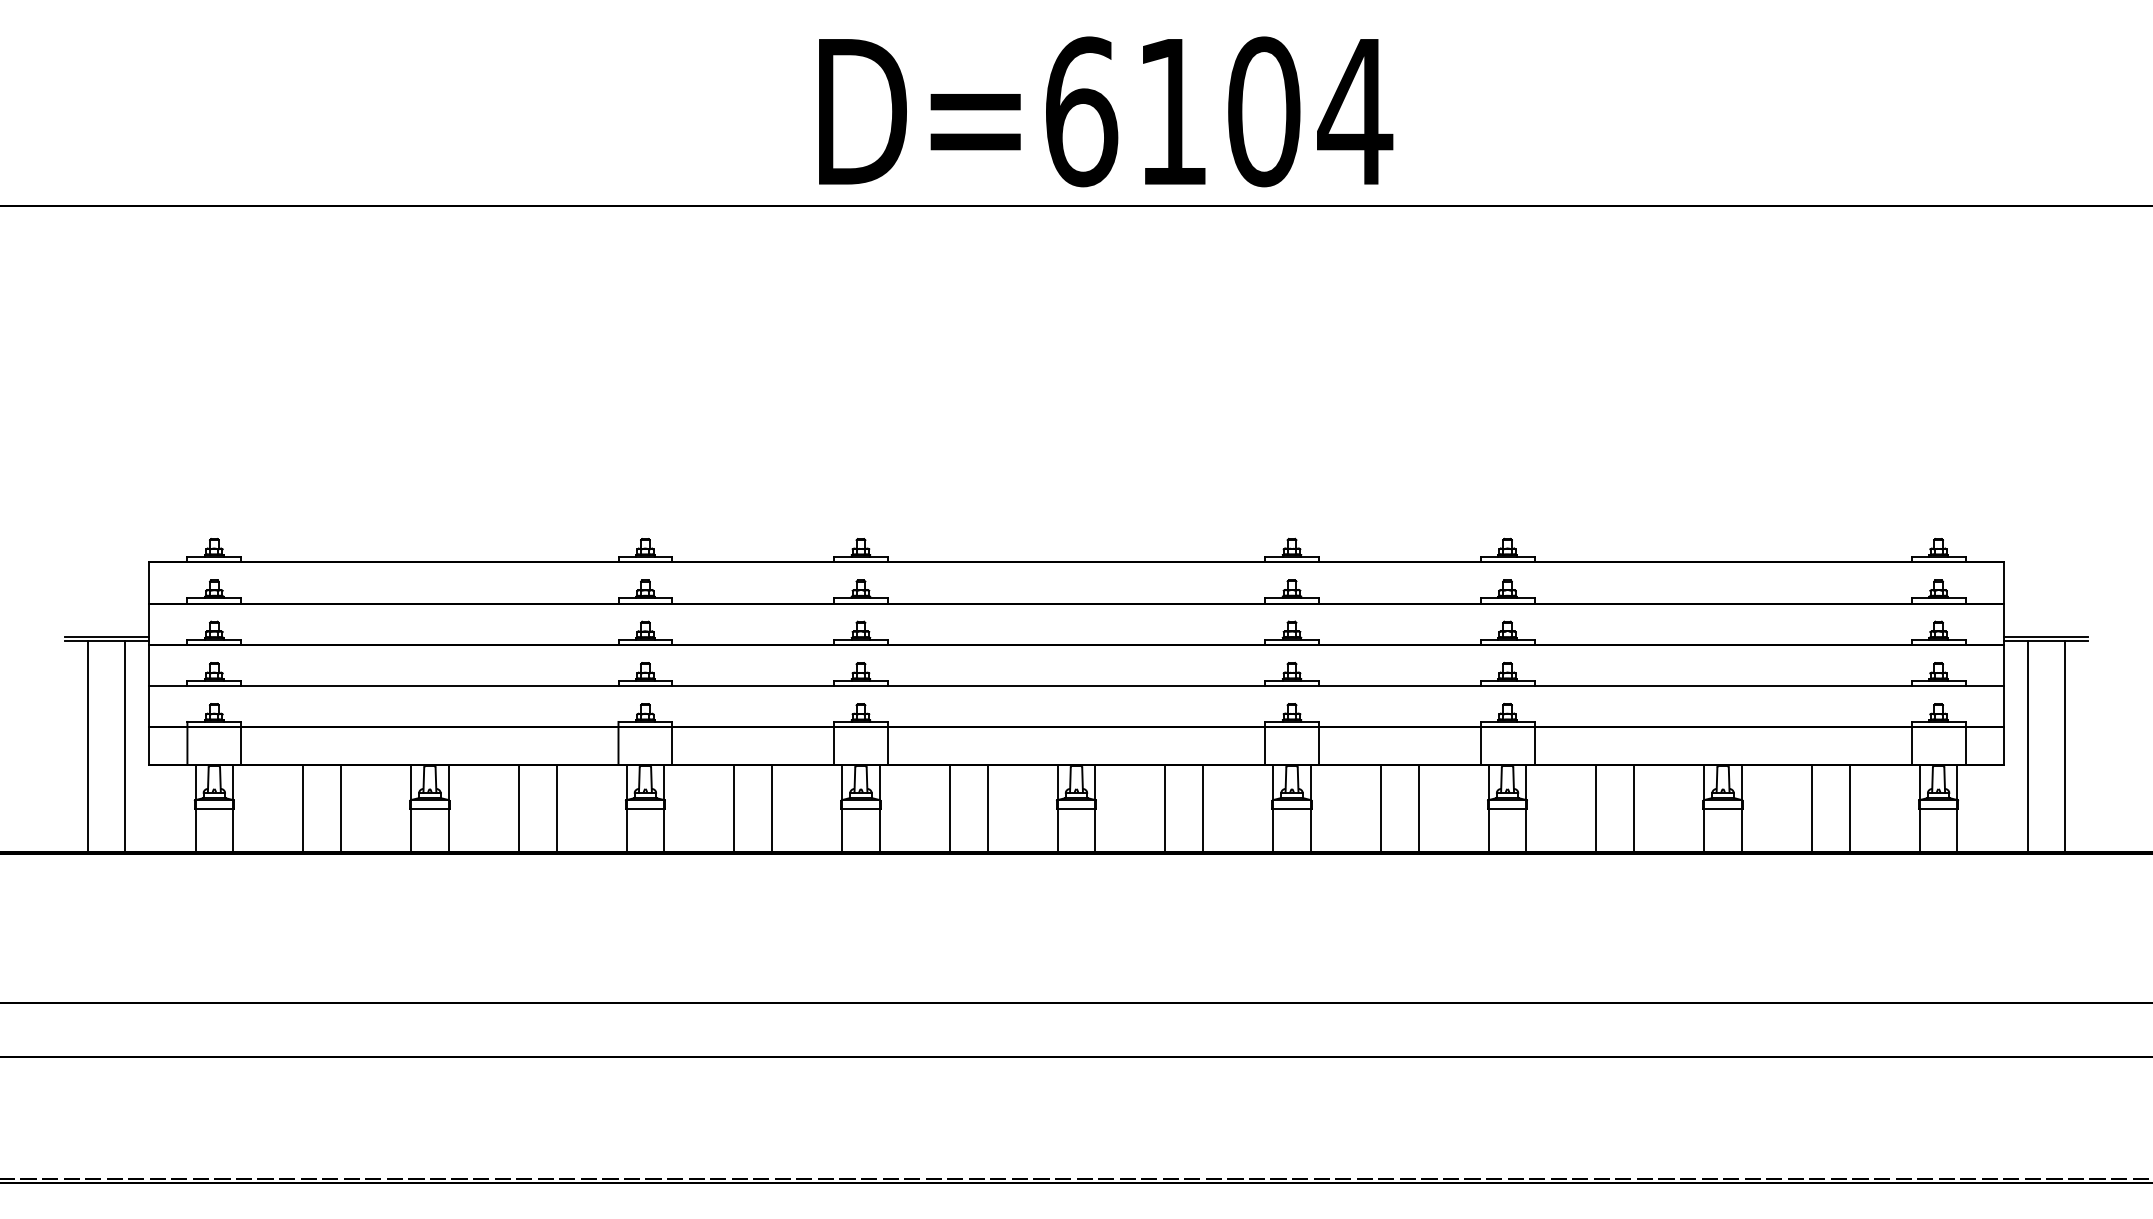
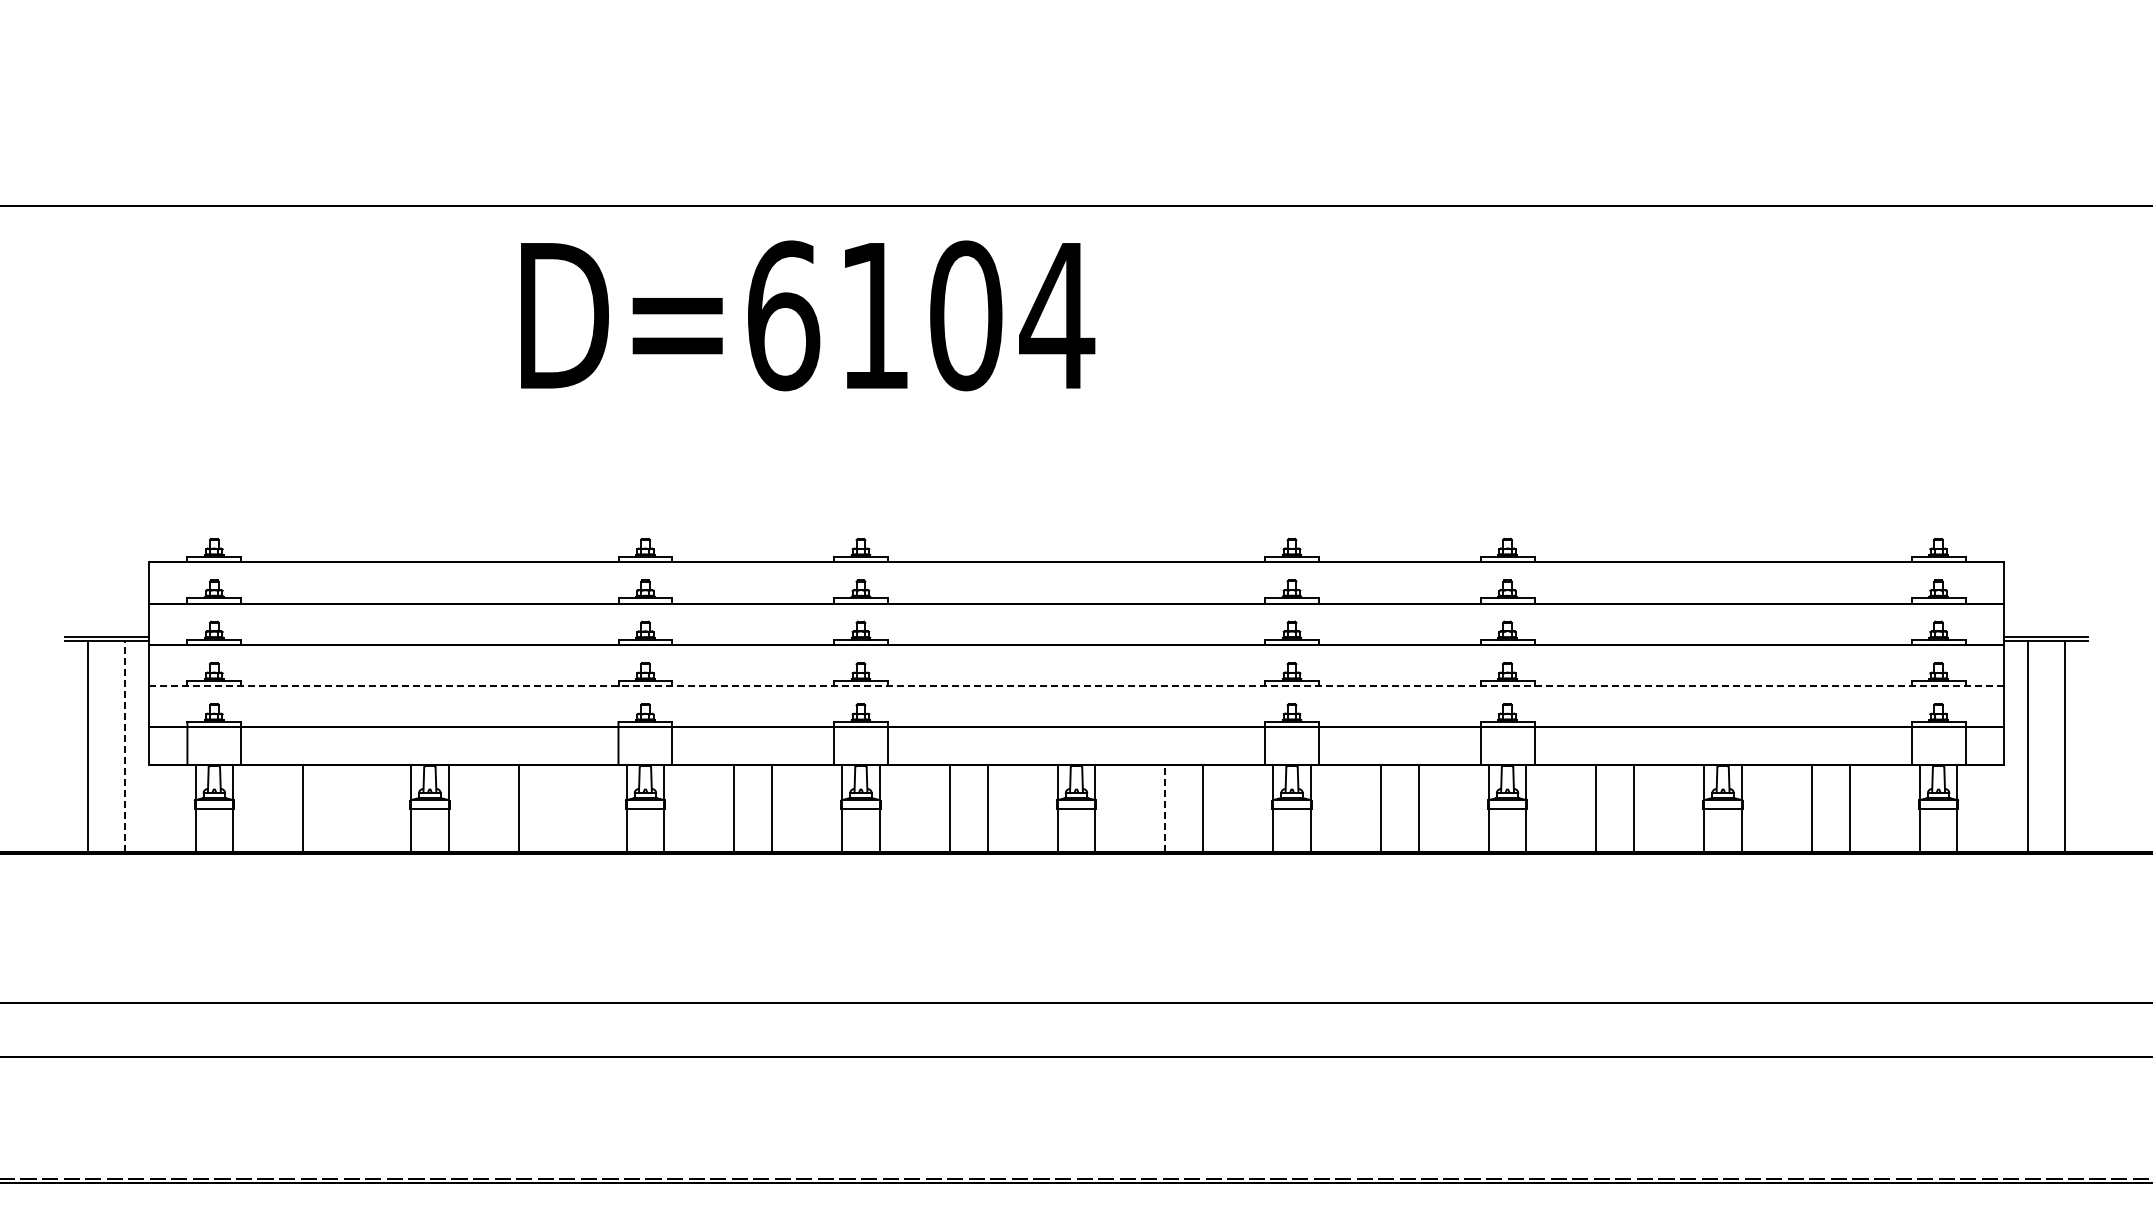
text at (1106, 111) position: (1106, 111) -> (808, 315)
line at (1076, 686): solid -> dashed
line at (125, 746): solid -> dashed
line at (341, 808): present -> none
line at (556, 808): present -> none
line at (1165, 808): solid -> dashed
